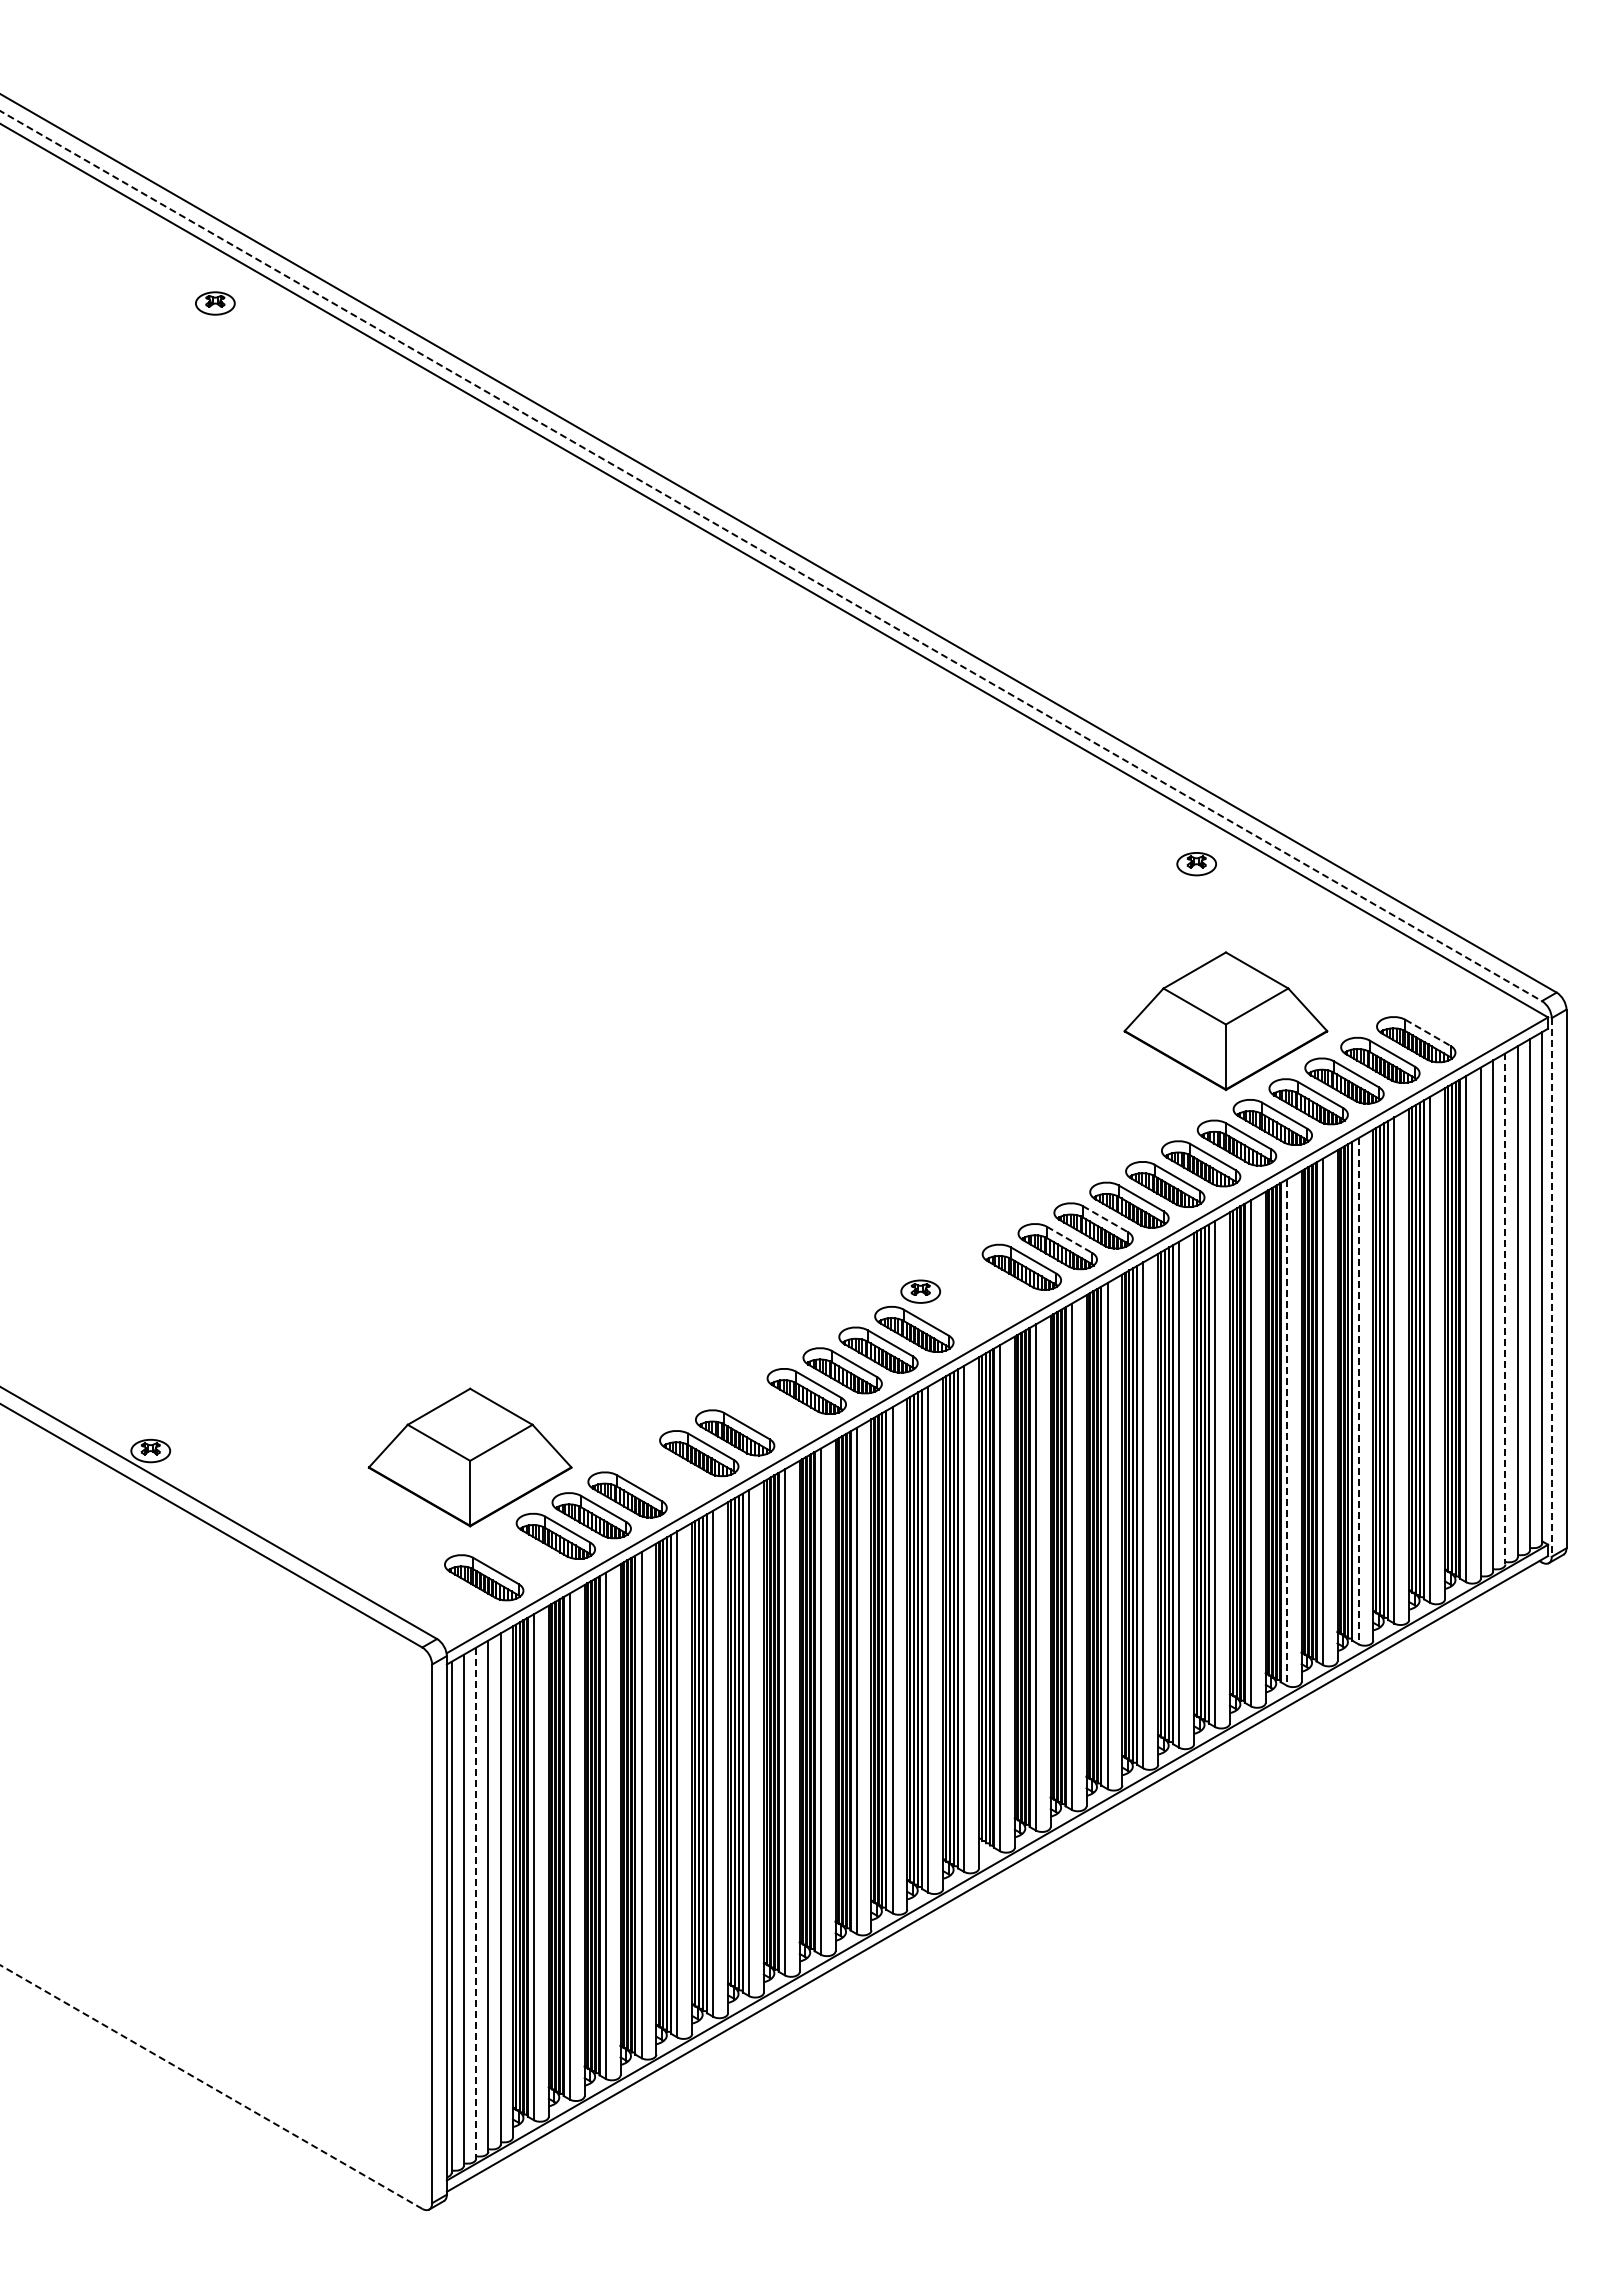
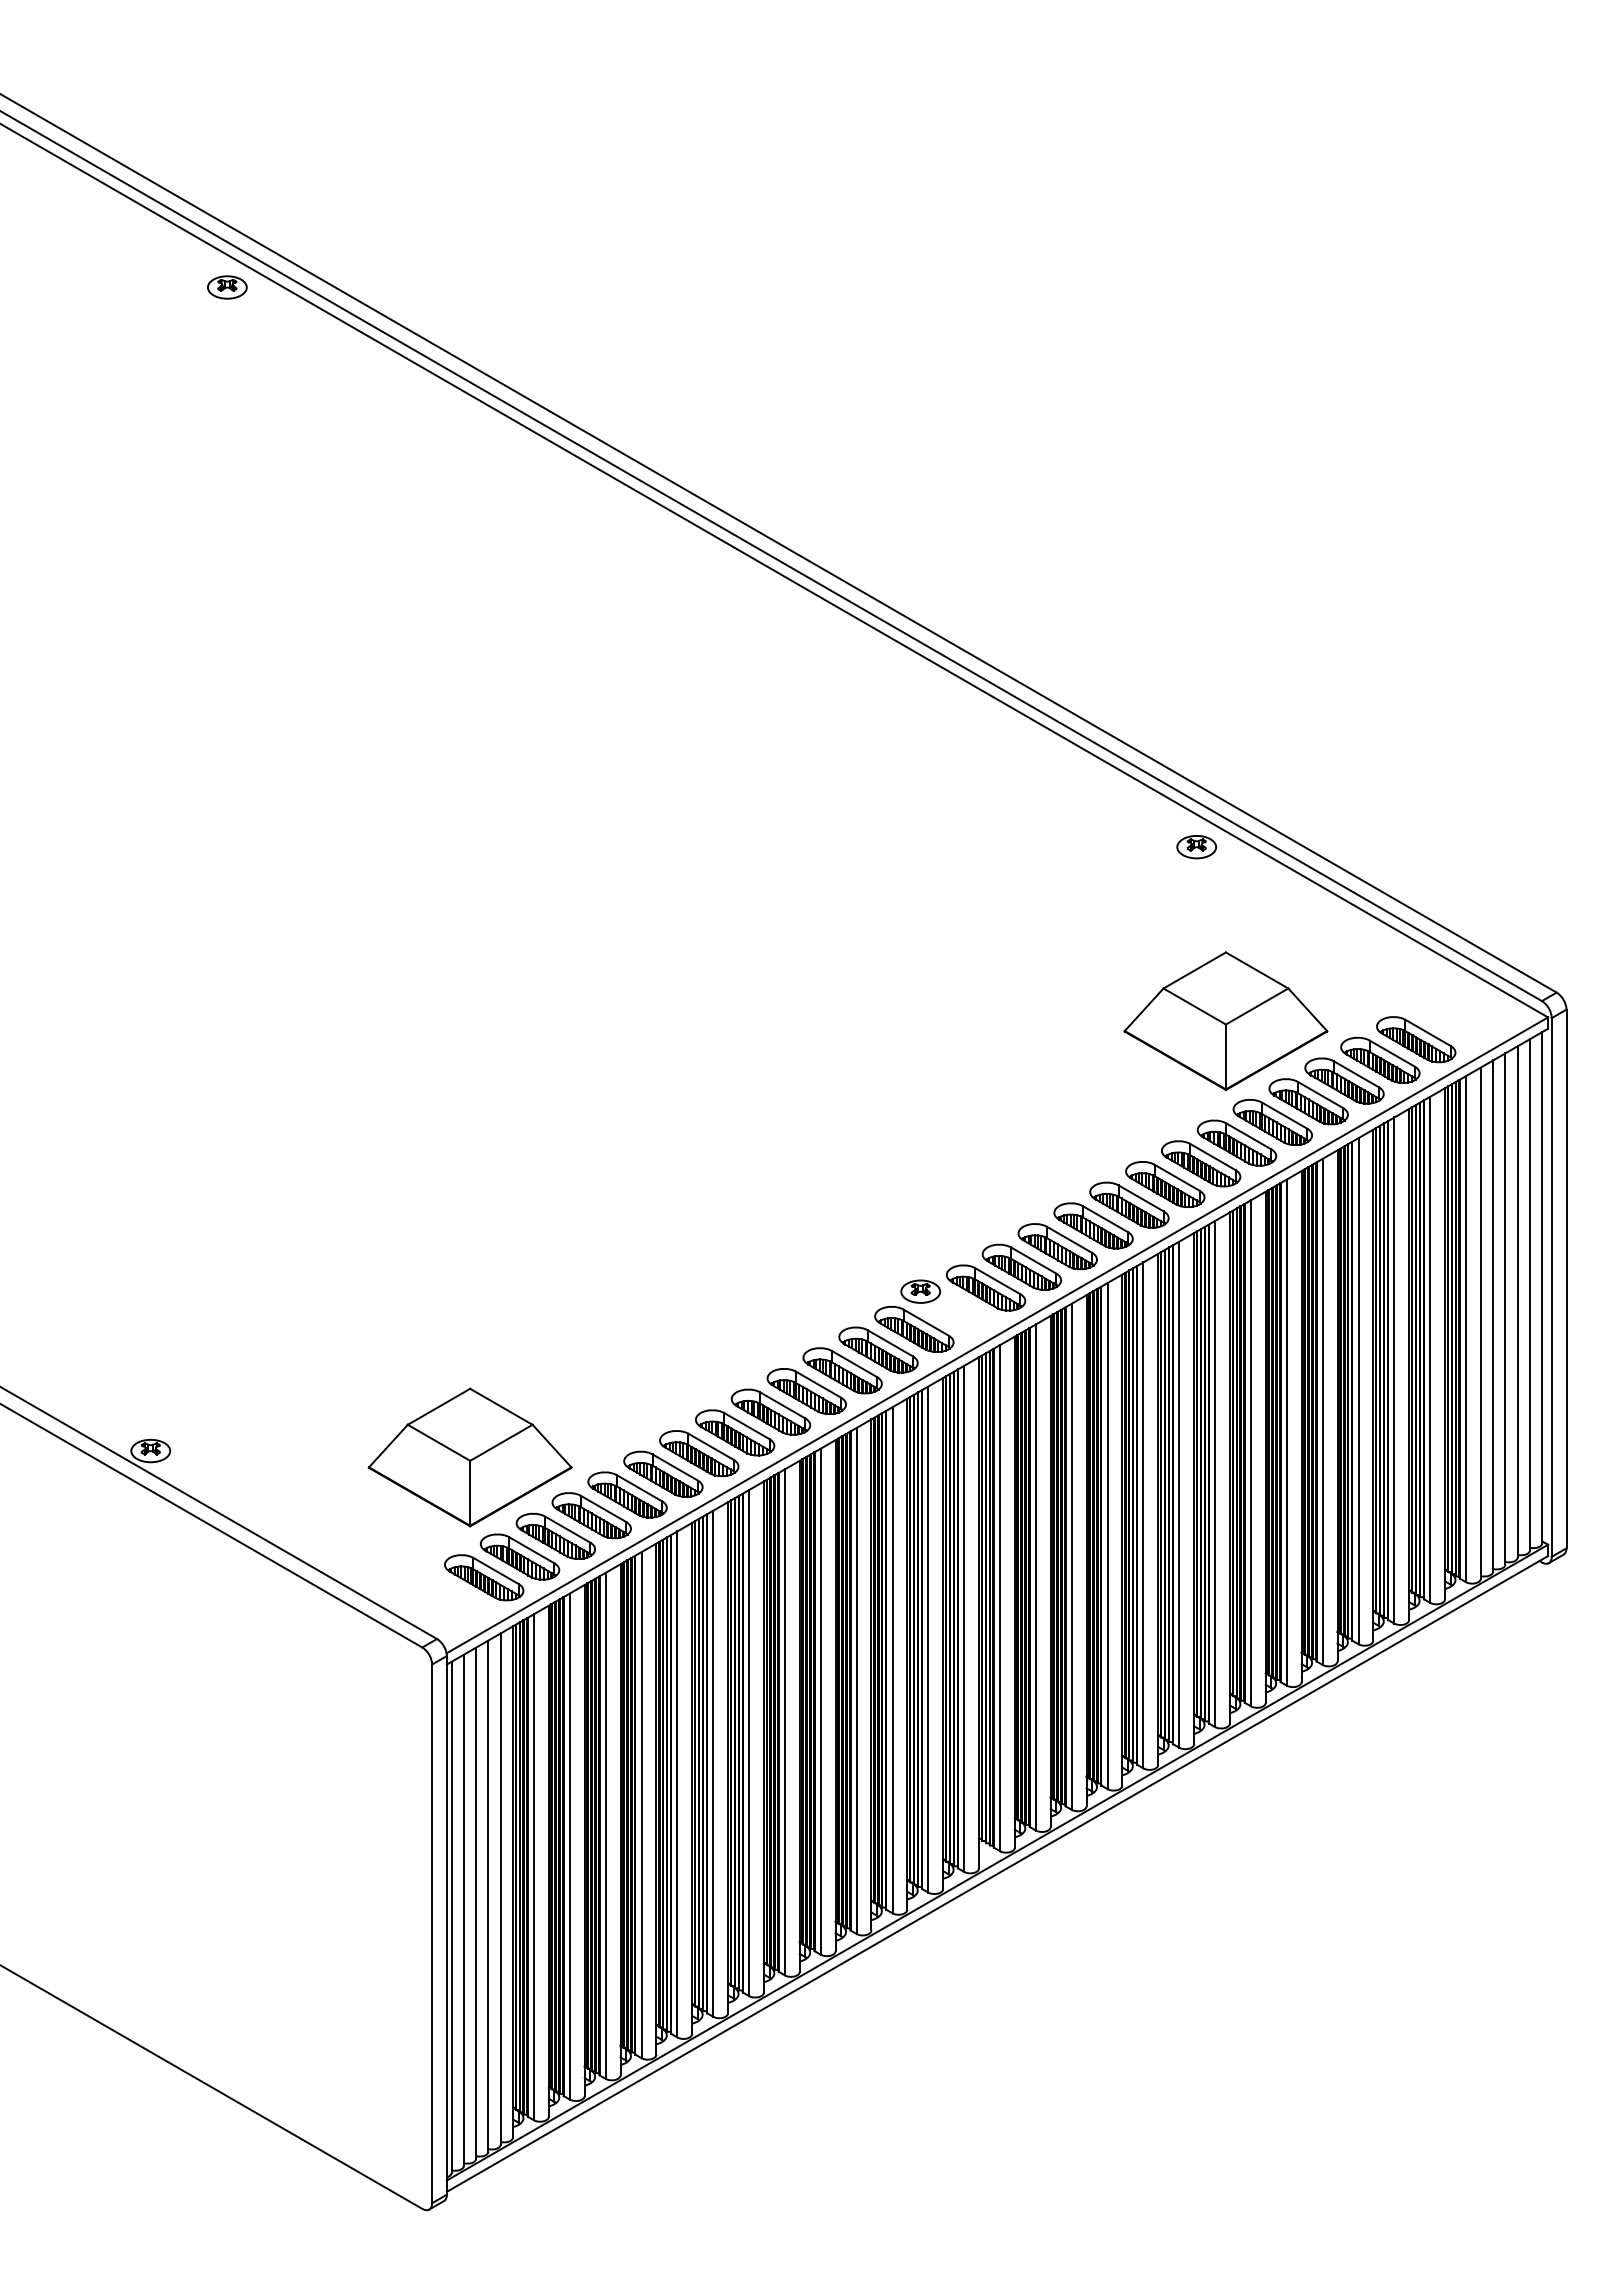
part at (215, 303) position: (215, 303) -> (227, 287)
line at (771, 556): dashed -> solid
part at (1196, 864) position: (1196, 864) -> (1196, 847)
line at (1428, 1033): dashed -> solid
line at (1105, 1219): dashed -> solid
line at (1069, 1240): dashed -> solid
part at (986, 1287): none -> present
line at (1551, 1287): dashed -> solid
line at (1505, 1308): dashed -> solid
line at (1358, 1391): dashed -> solid
part at (770, 1411): none -> present
line at (1286, 1433): dashed -> solid
part at (663, 1473): none -> present
part at (520, 1556): none -> present
line at (476, 1903): dashed -> solid
line at (211, 2086): dashed -> solid
